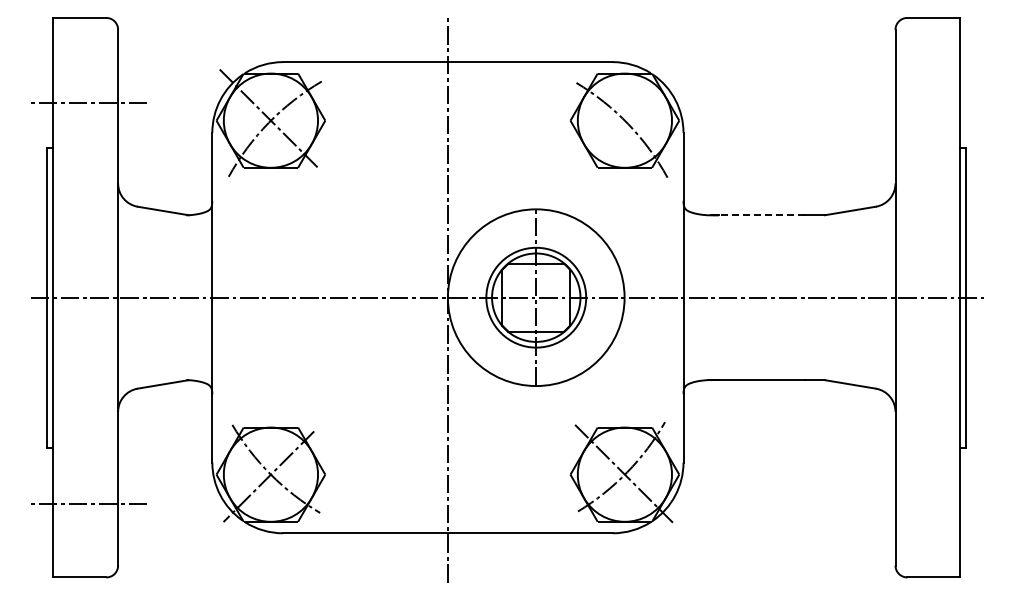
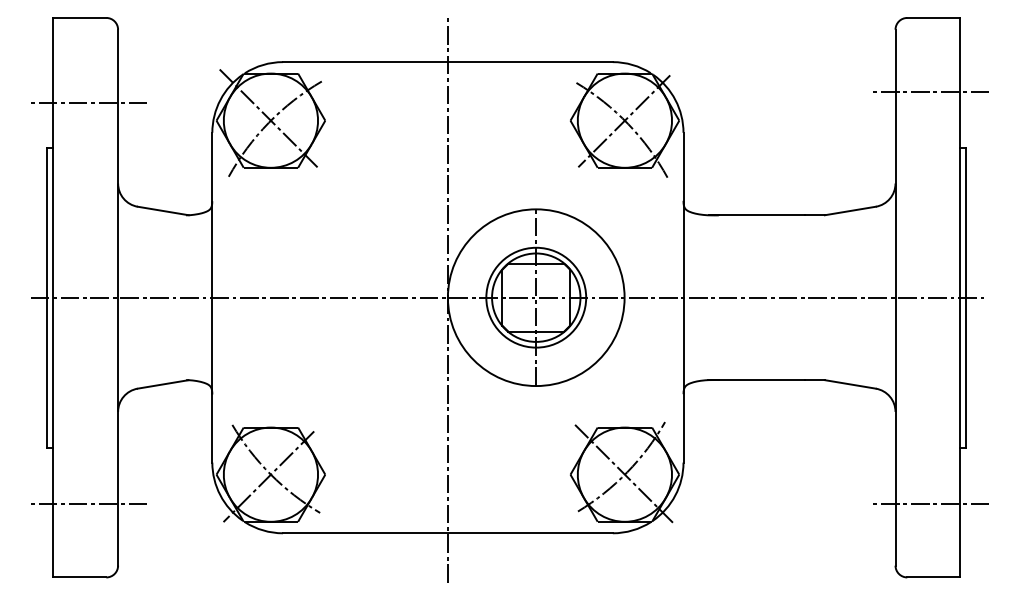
line at (929, 91): none -> present
line at (624, 121): none -> present
line at (756, 215): dashed -> solid
line at (929, 503): none -> present
